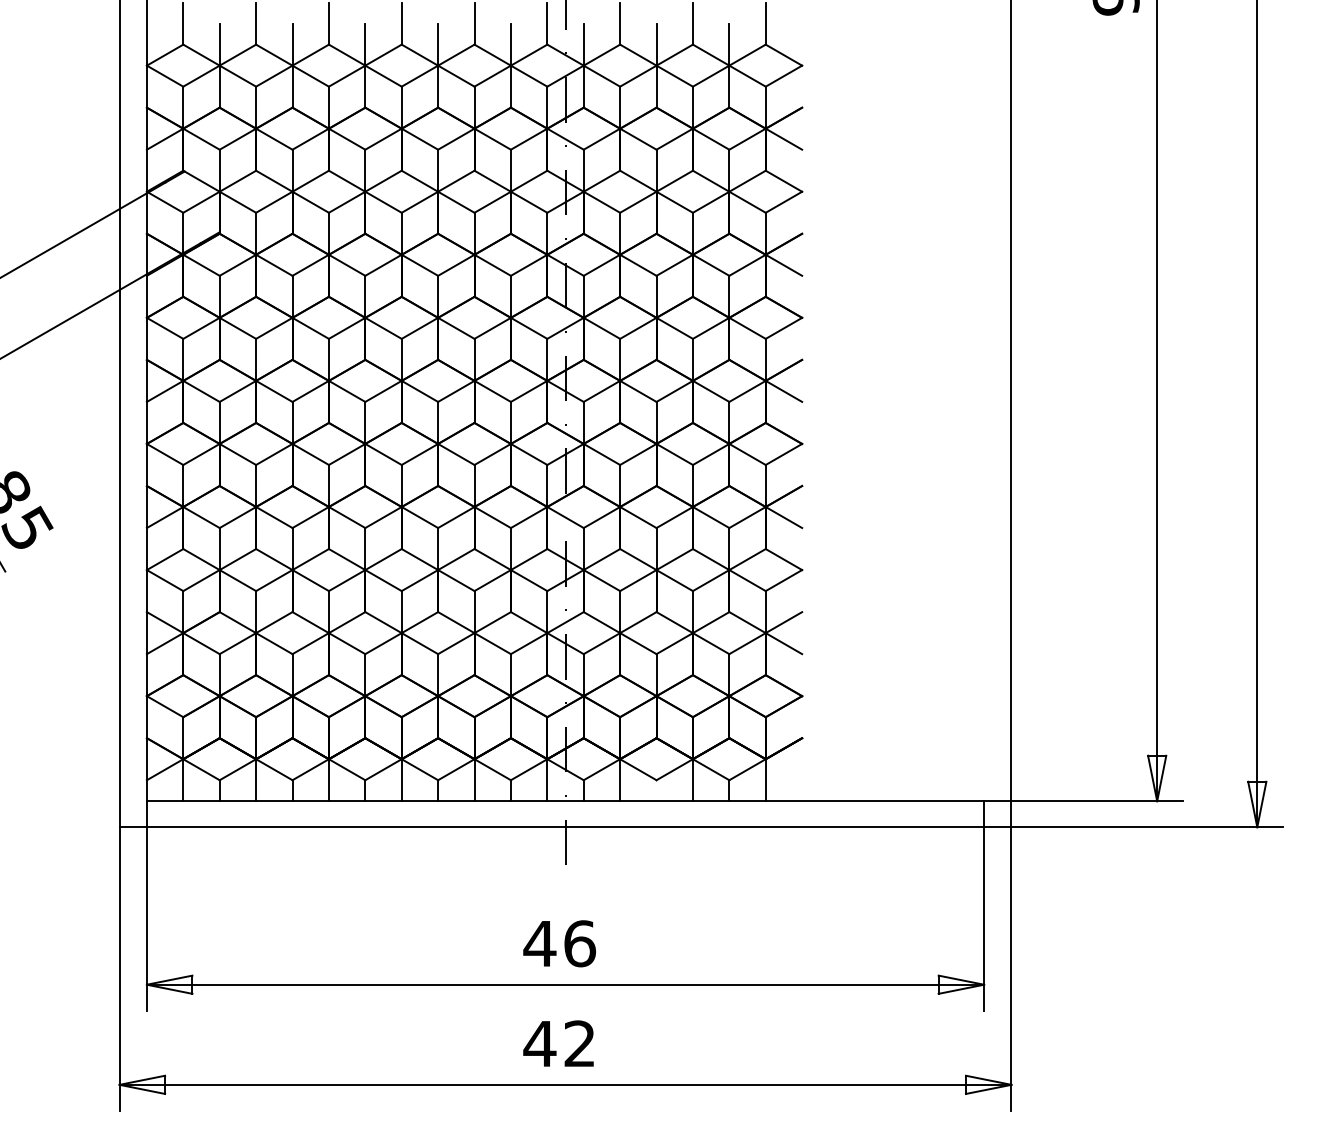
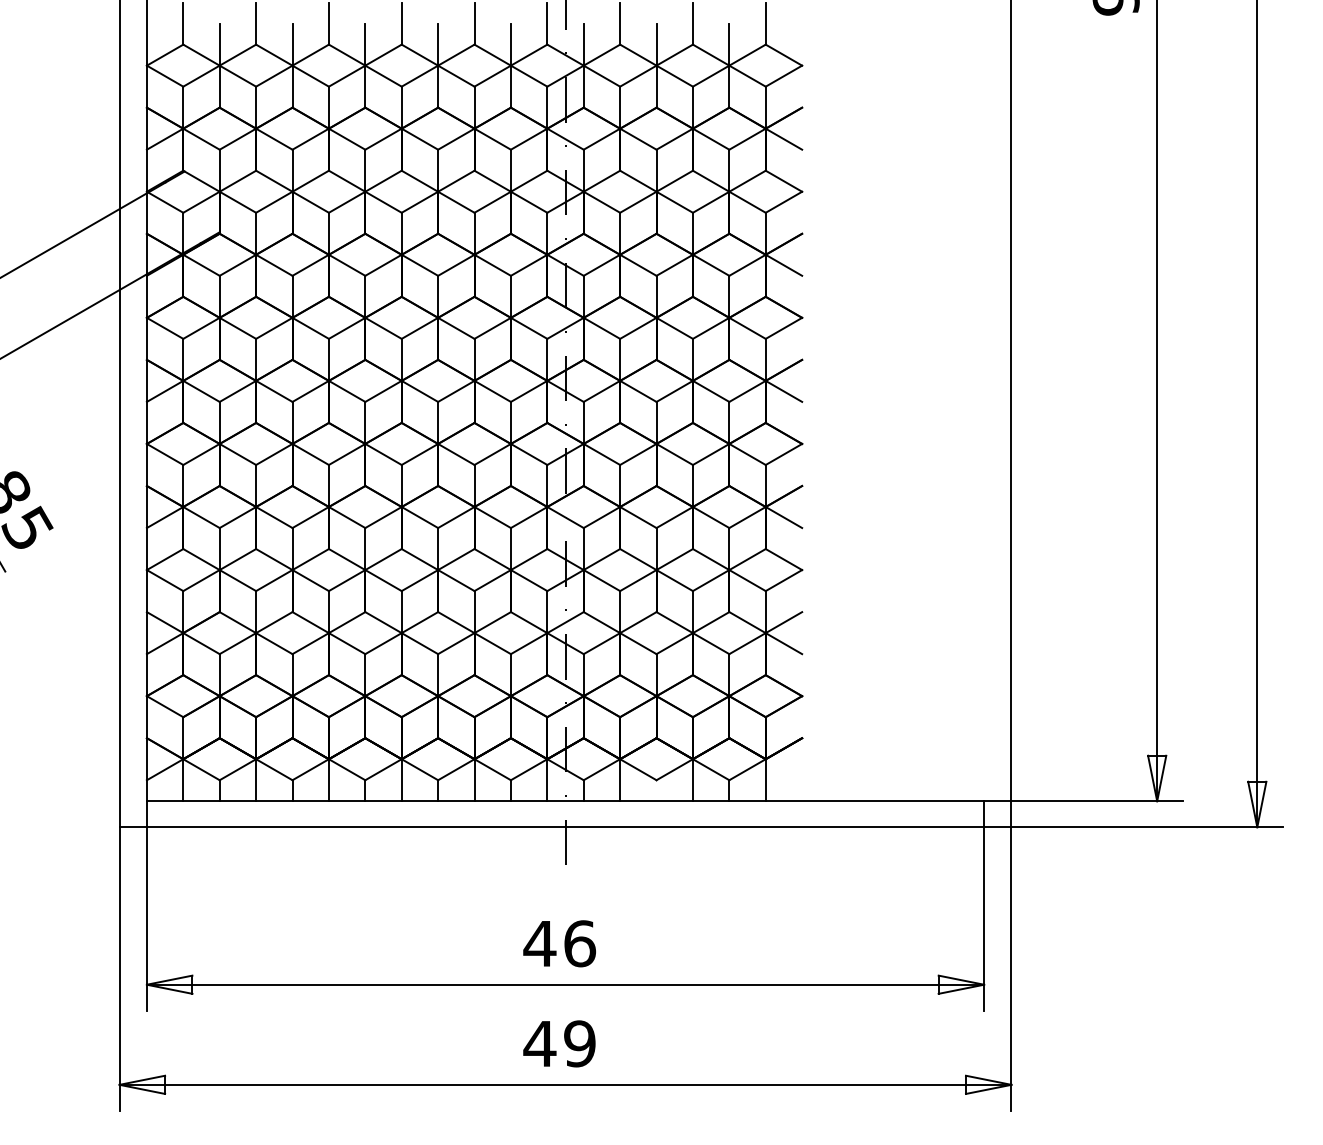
text at (579, 1043): 42 -> 49
